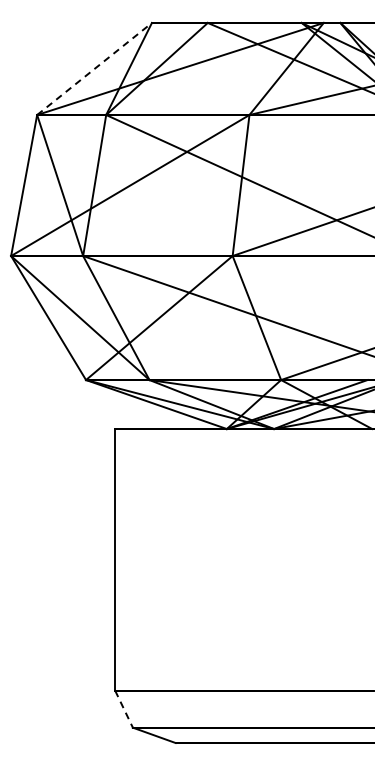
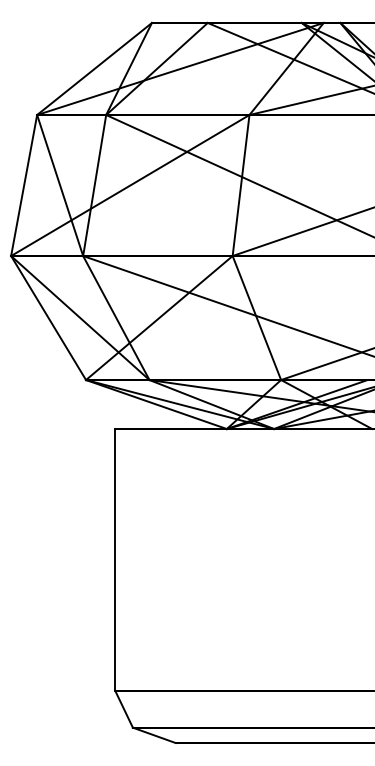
line at (94, 69): dashed -> solid
line at (124, 709): dashed -> solid
